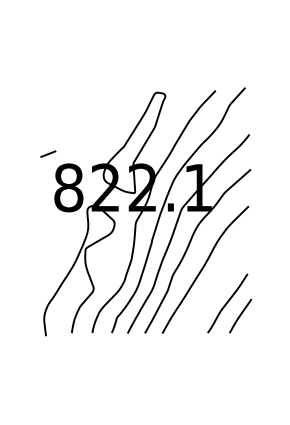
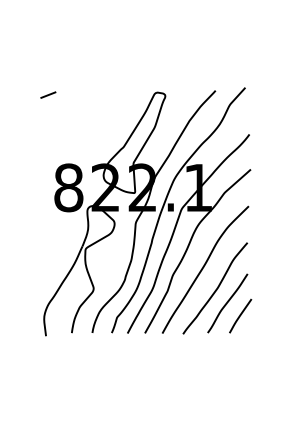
line at (48, 153) position: (48, 153) -> (48, 94)
curve at (216, 288): none -> present
